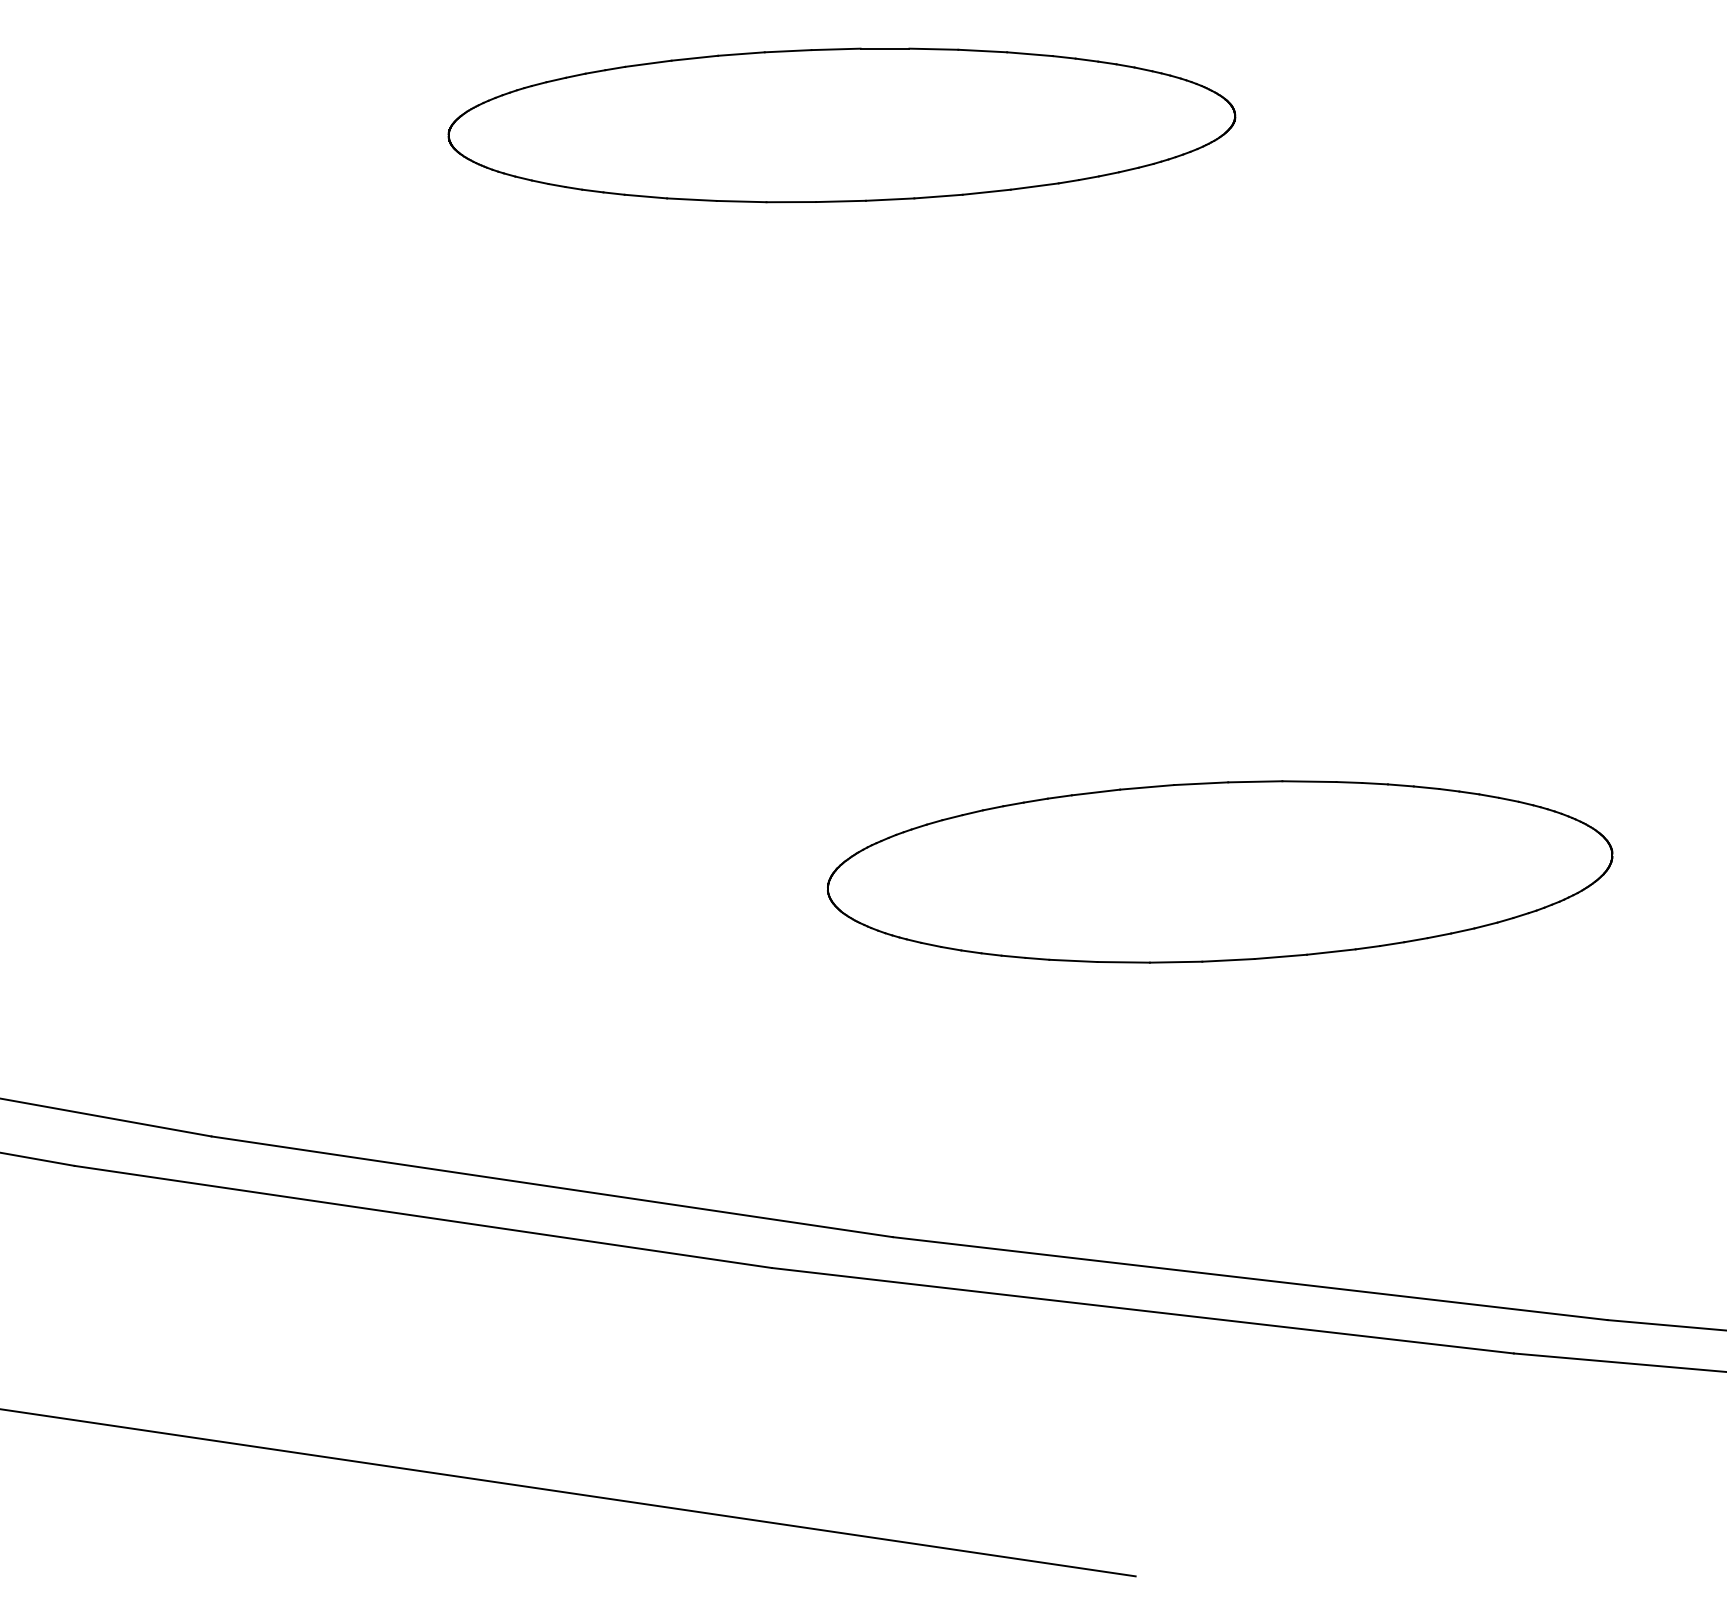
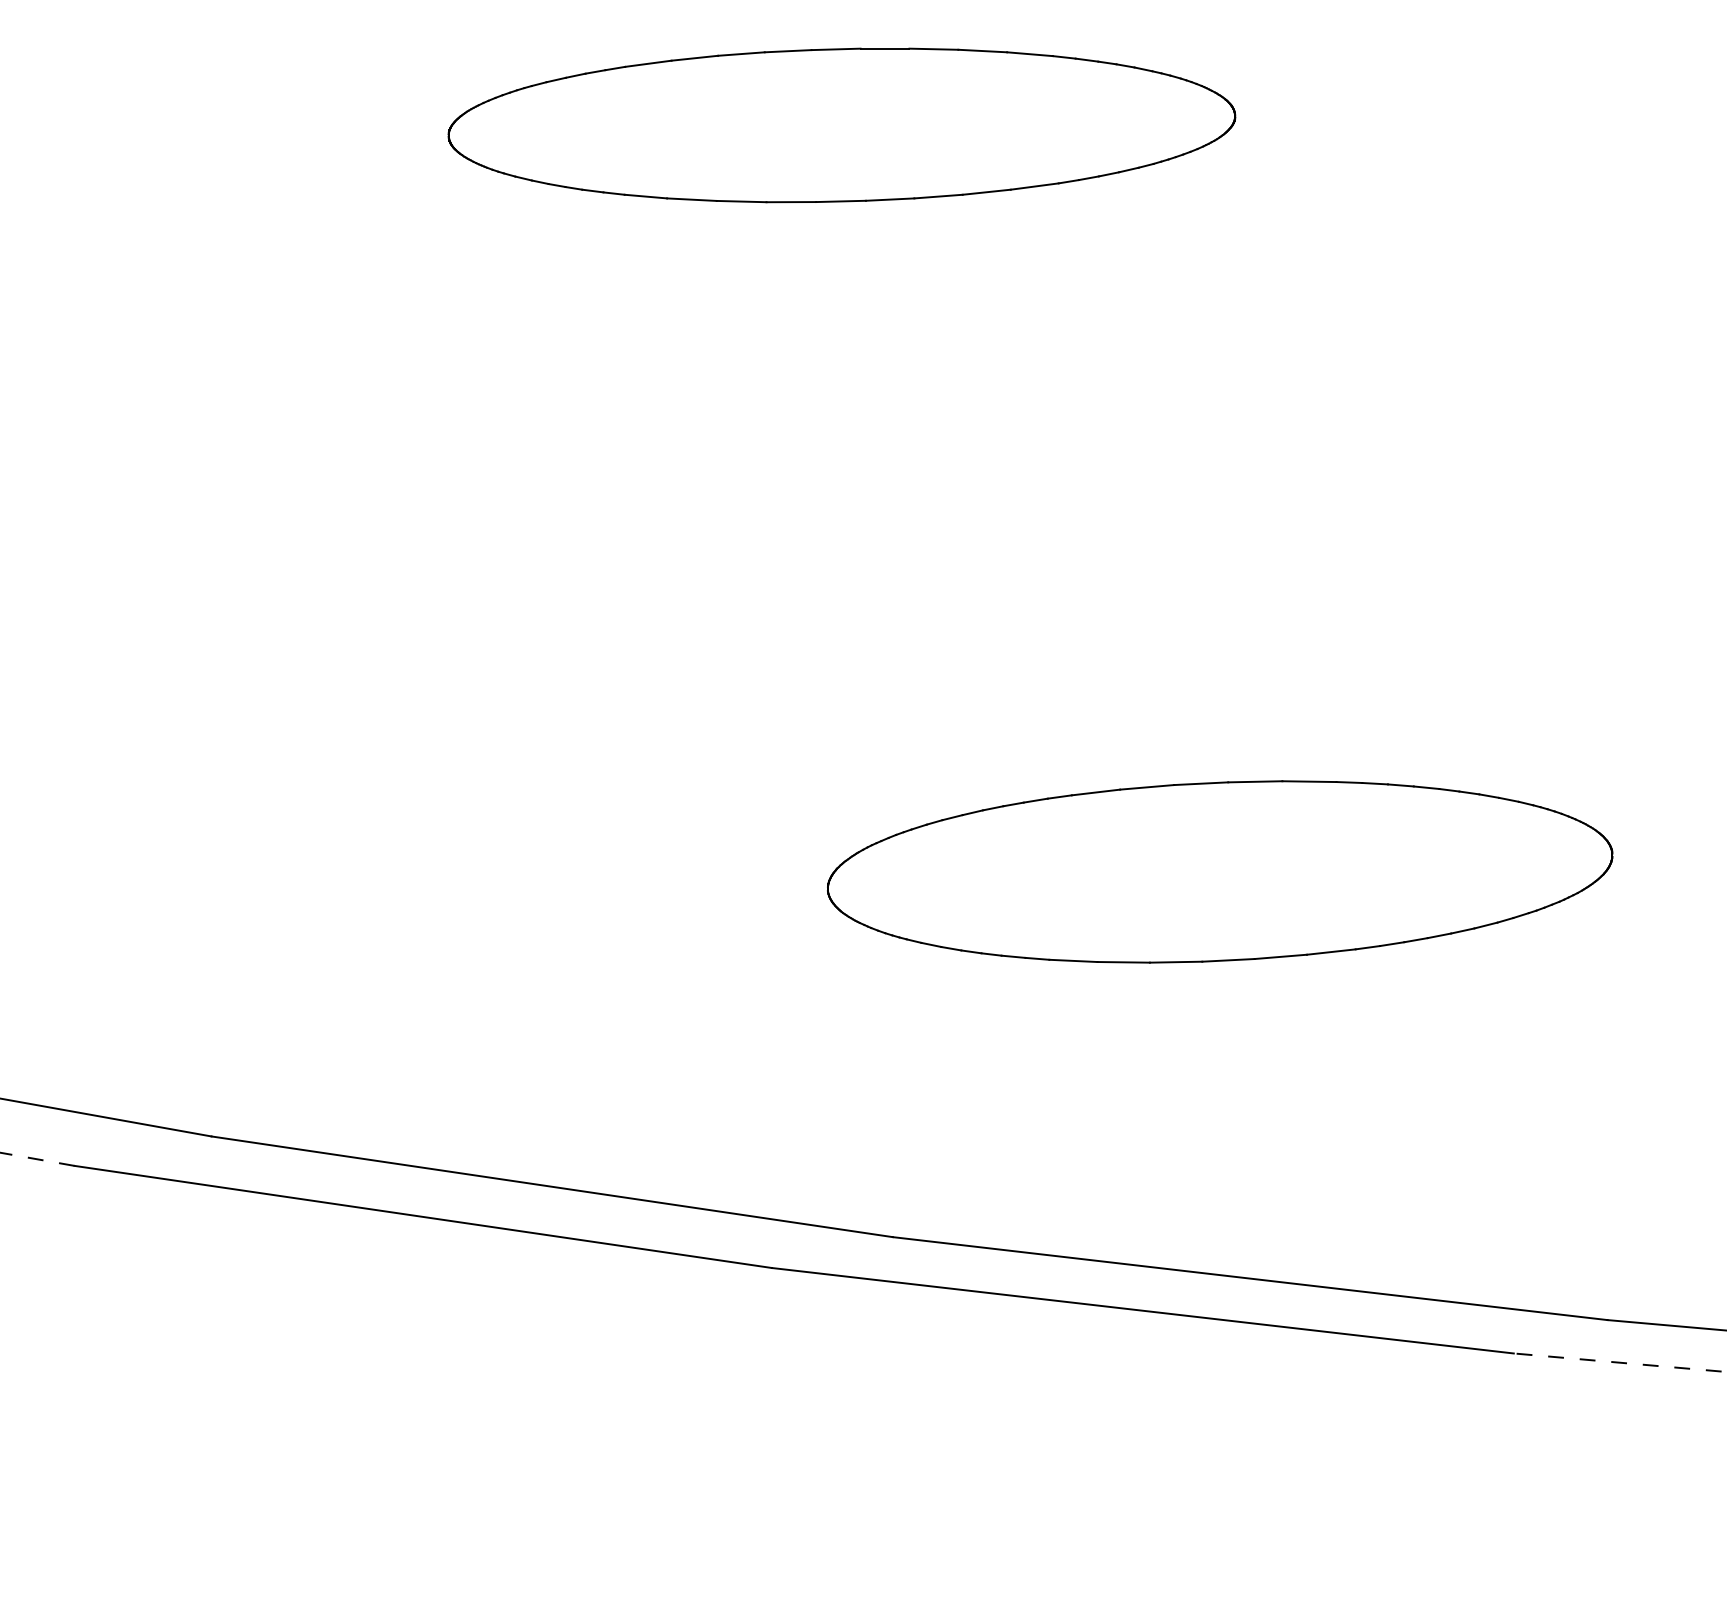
line at (37, 1159): solid -> dashed
line at (1620, 1362): solid -> dashed
line at (568, 1492): present -> none
